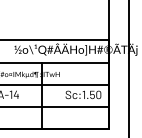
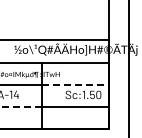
line at (75, 85): solid -> dashed
line at (20, 107): solid -> dashed
